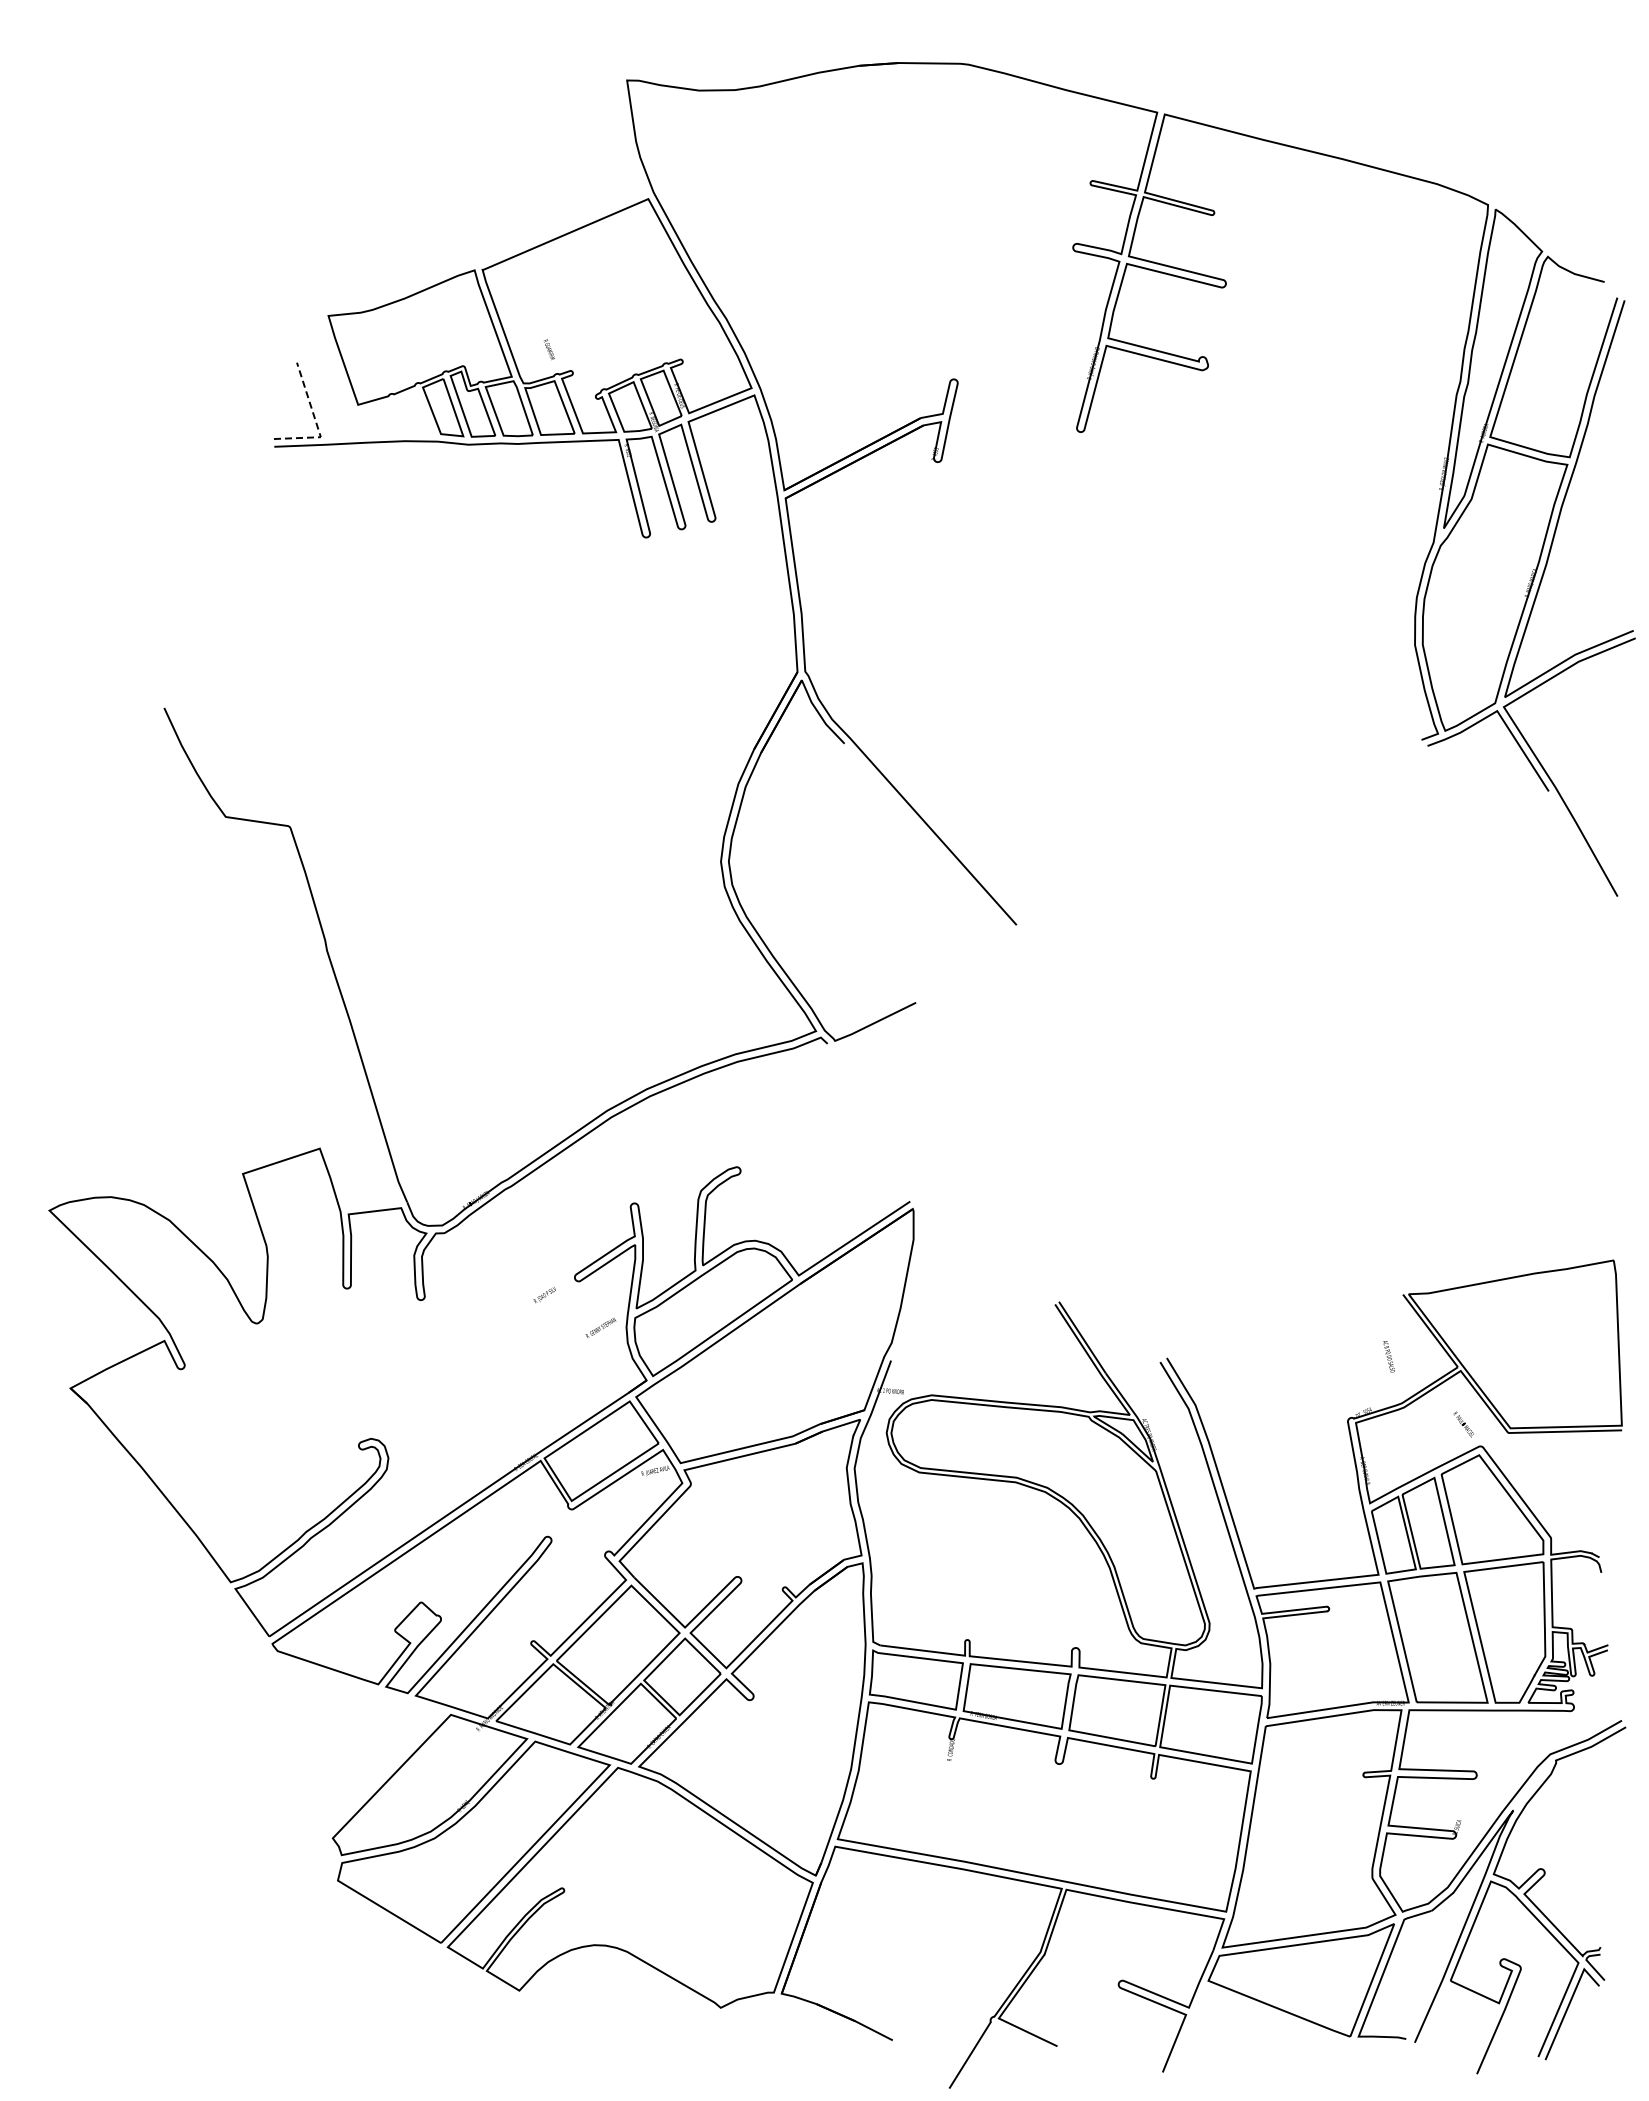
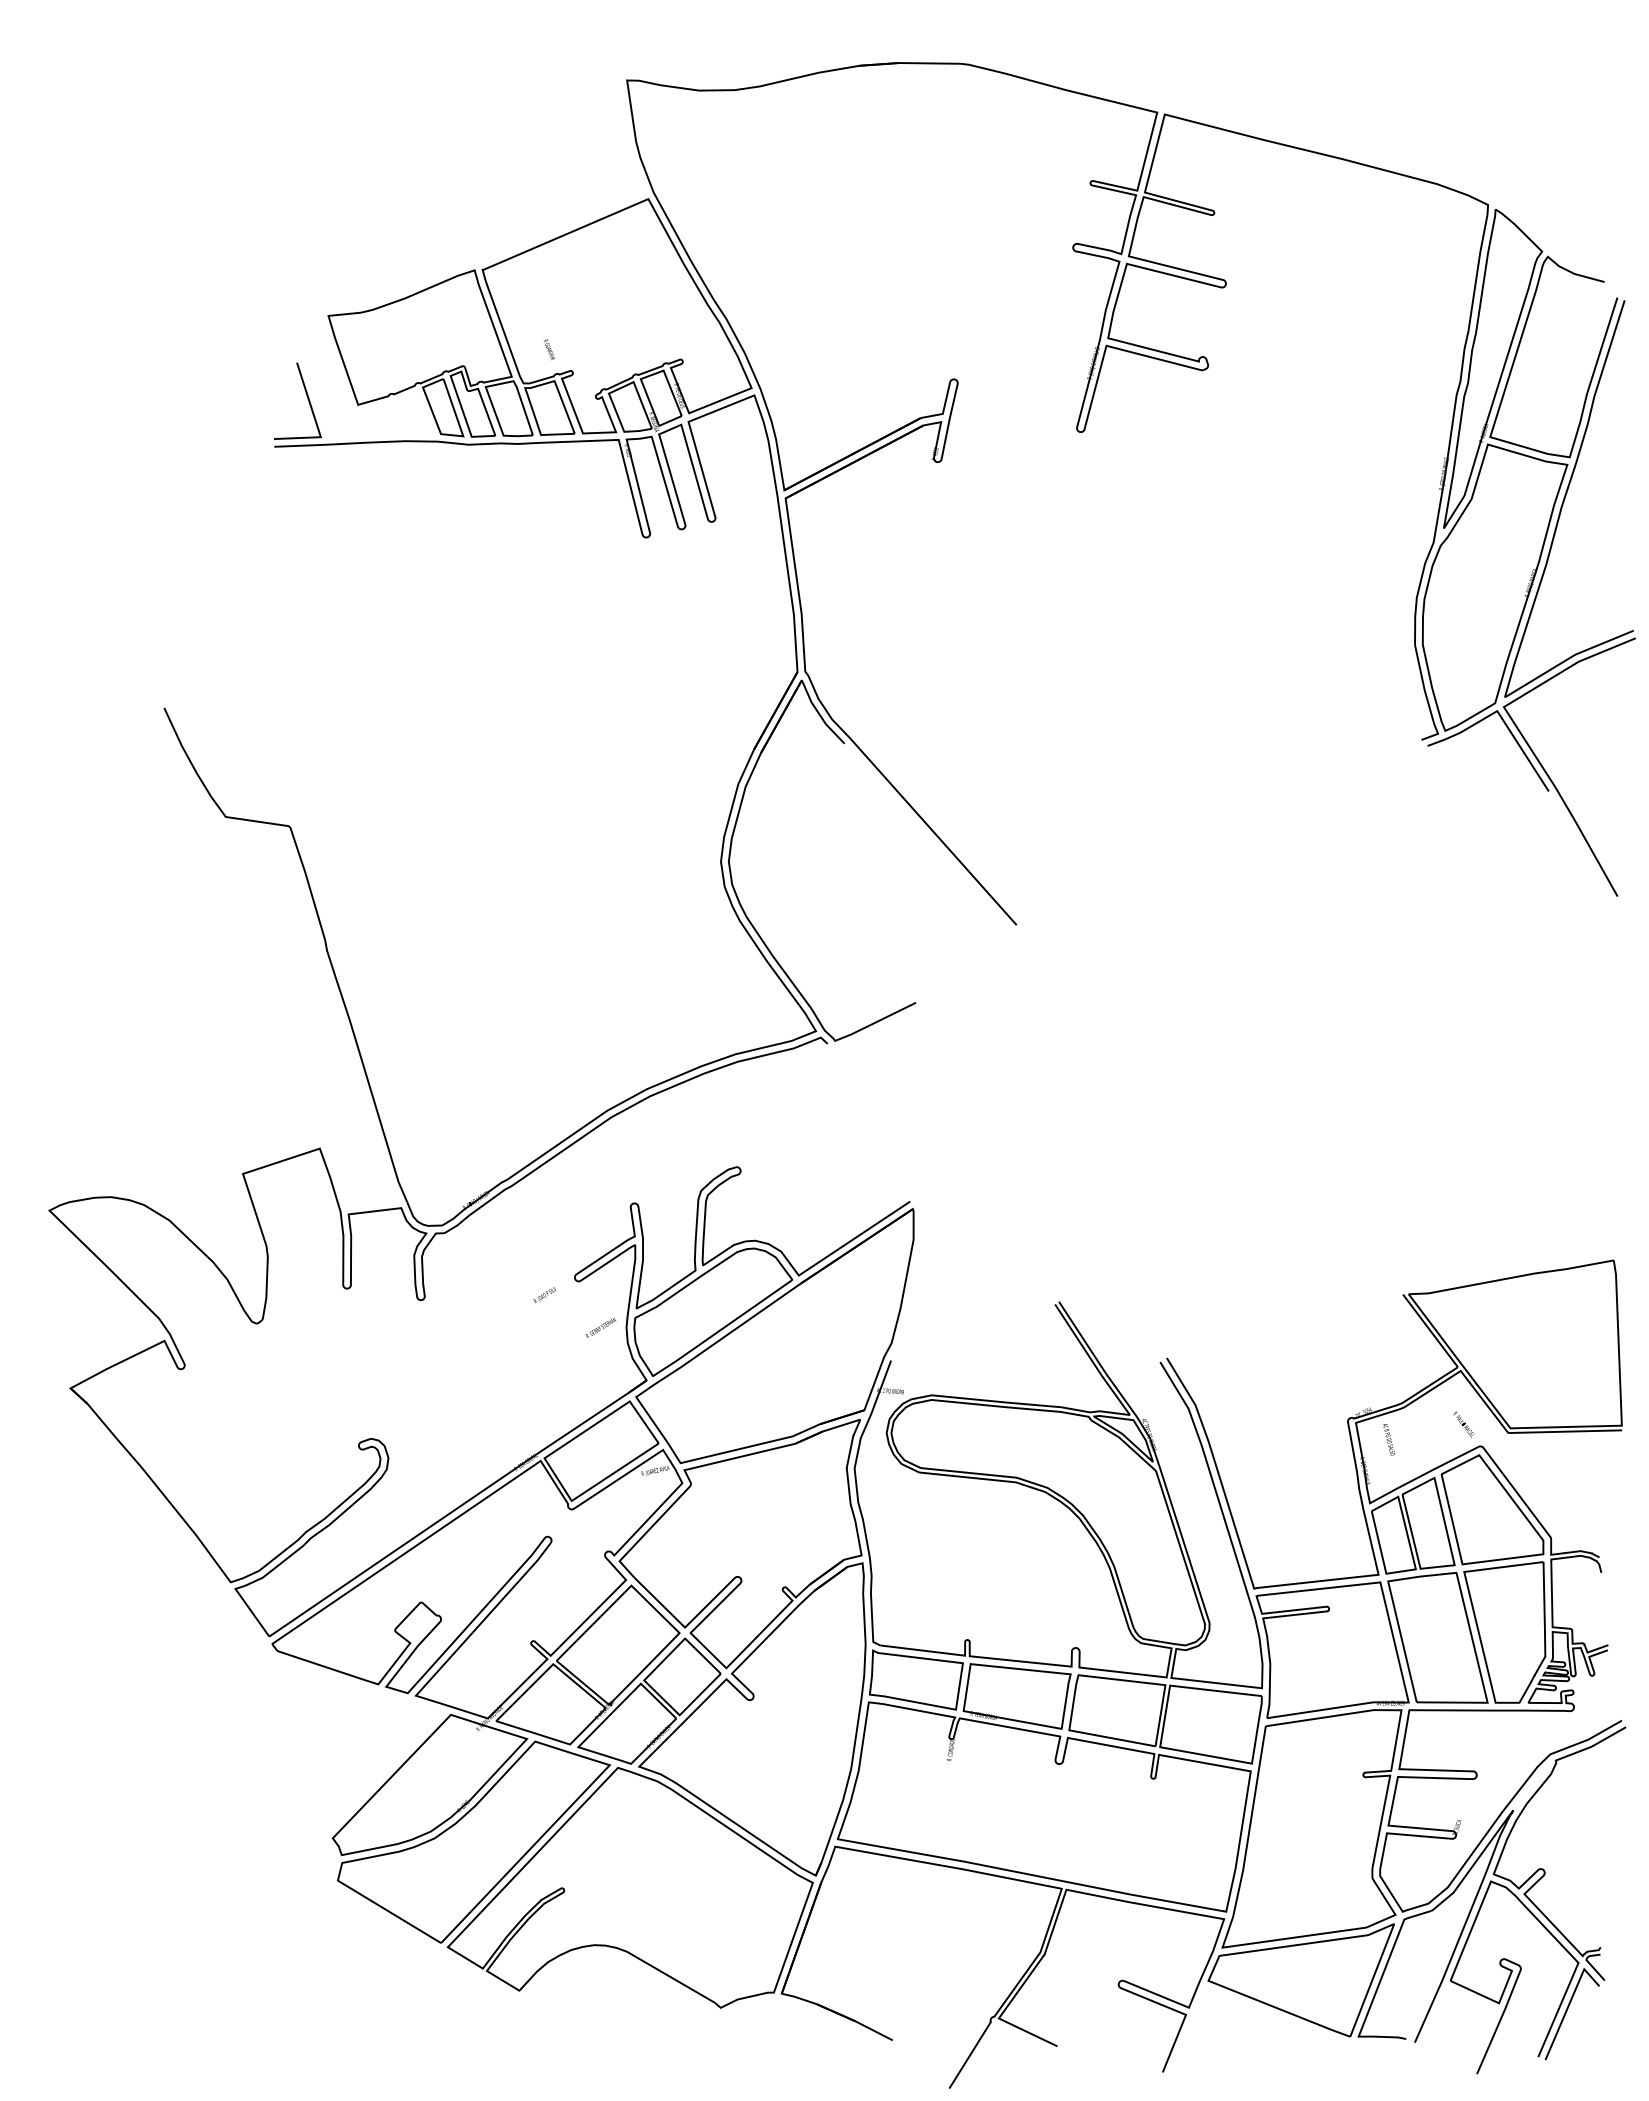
line at (316, 422): dashed -> solid
text at (1388, 1356) position: (1388, 1356) -> (1388, 1439)
